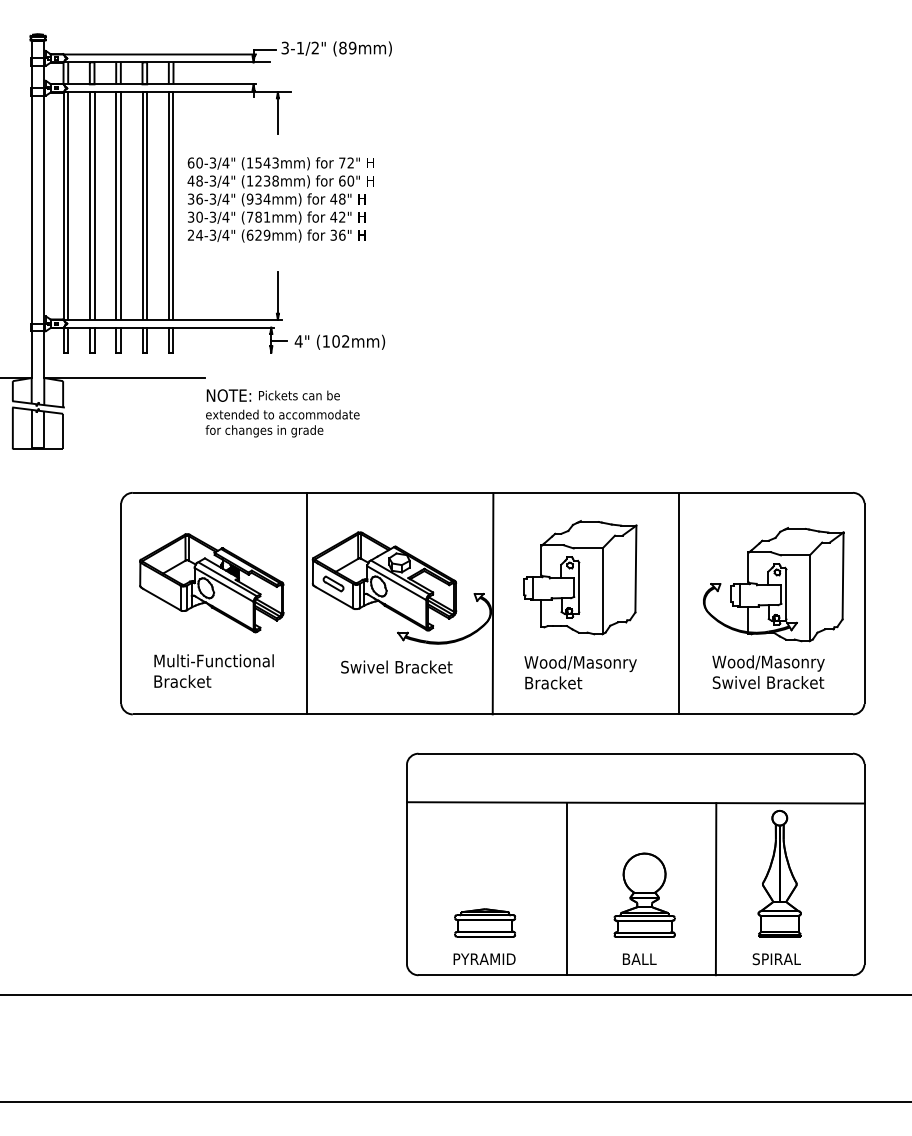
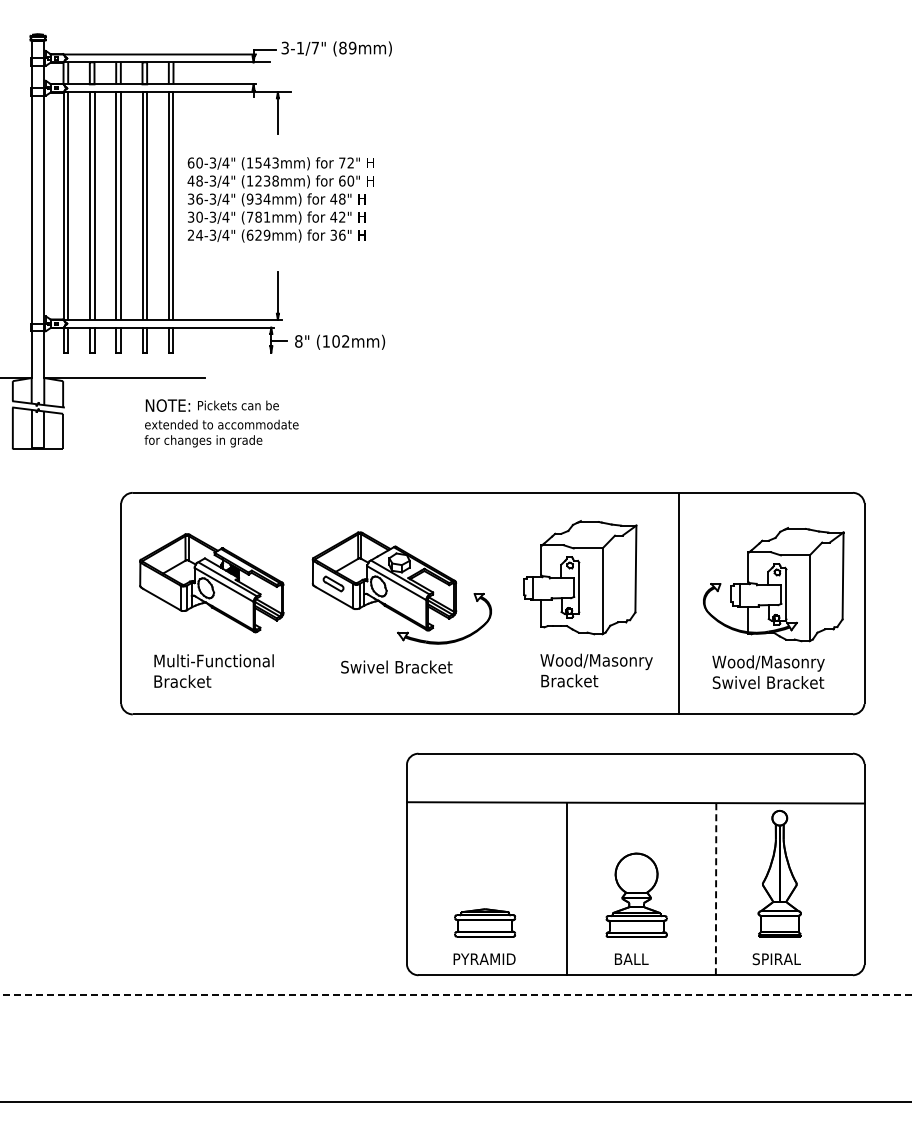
text at (314, 47): 3-1/2" -> 3-1/7"
text at (298, 341): 4" -> 8"
text at (282, 413) position: (282, 413) -> (221, 423)
line at (307, 603): present -> none
line at (492, 603): present -> none
text at (580, 672) position: (580, 672) -> (596, 670)
line at (716, 888): solid -> dashed
part at (644, 908) position: (644, 908) -> (636, 908)
line at (455, 995): solid -> dashed
